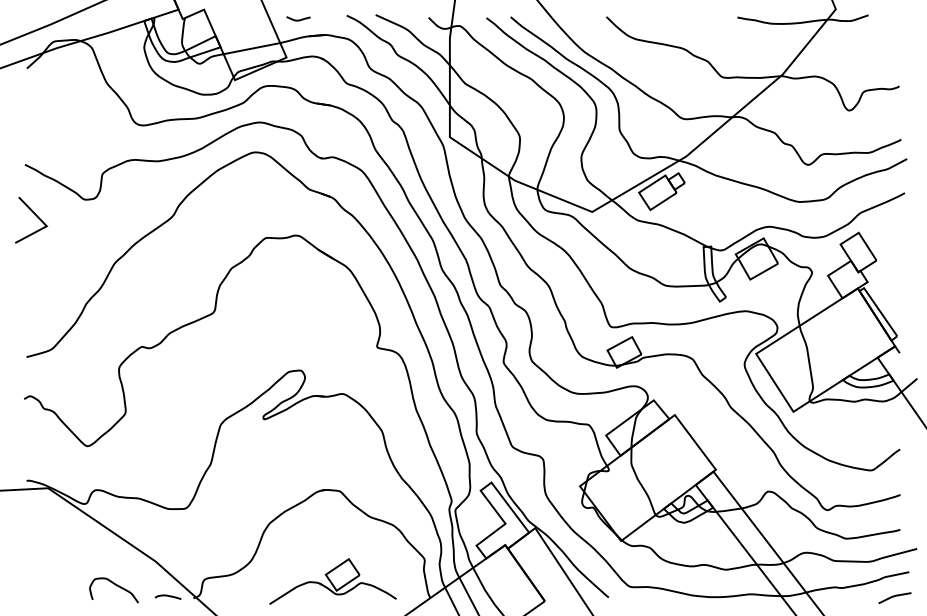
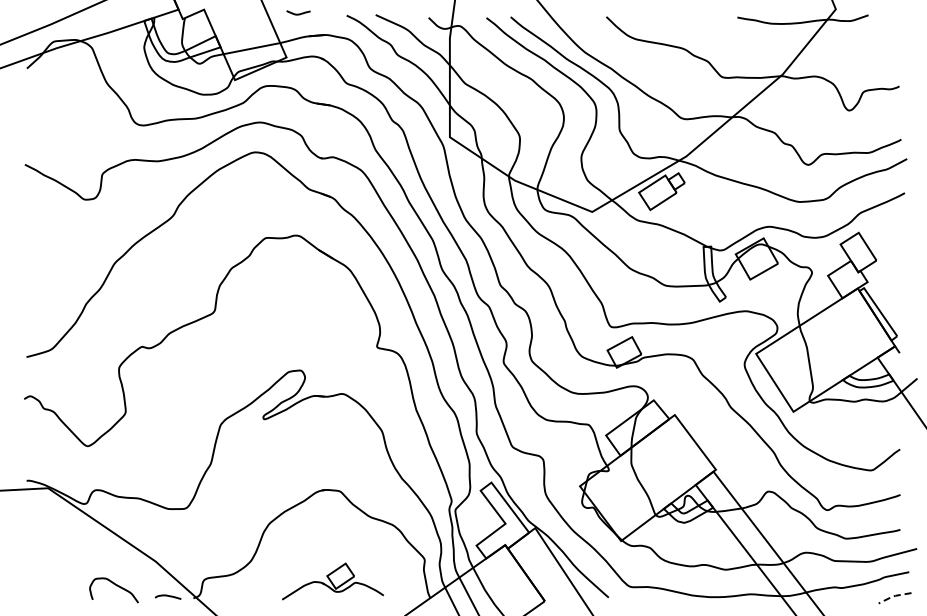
curve at (298, 19) position: (298, 19) -> (298, 13)
line at (35, 215): present -> none
part at (332, 581) size: 128x47 px -> 102x39 px
line at (893, 596): solid -> dashed
